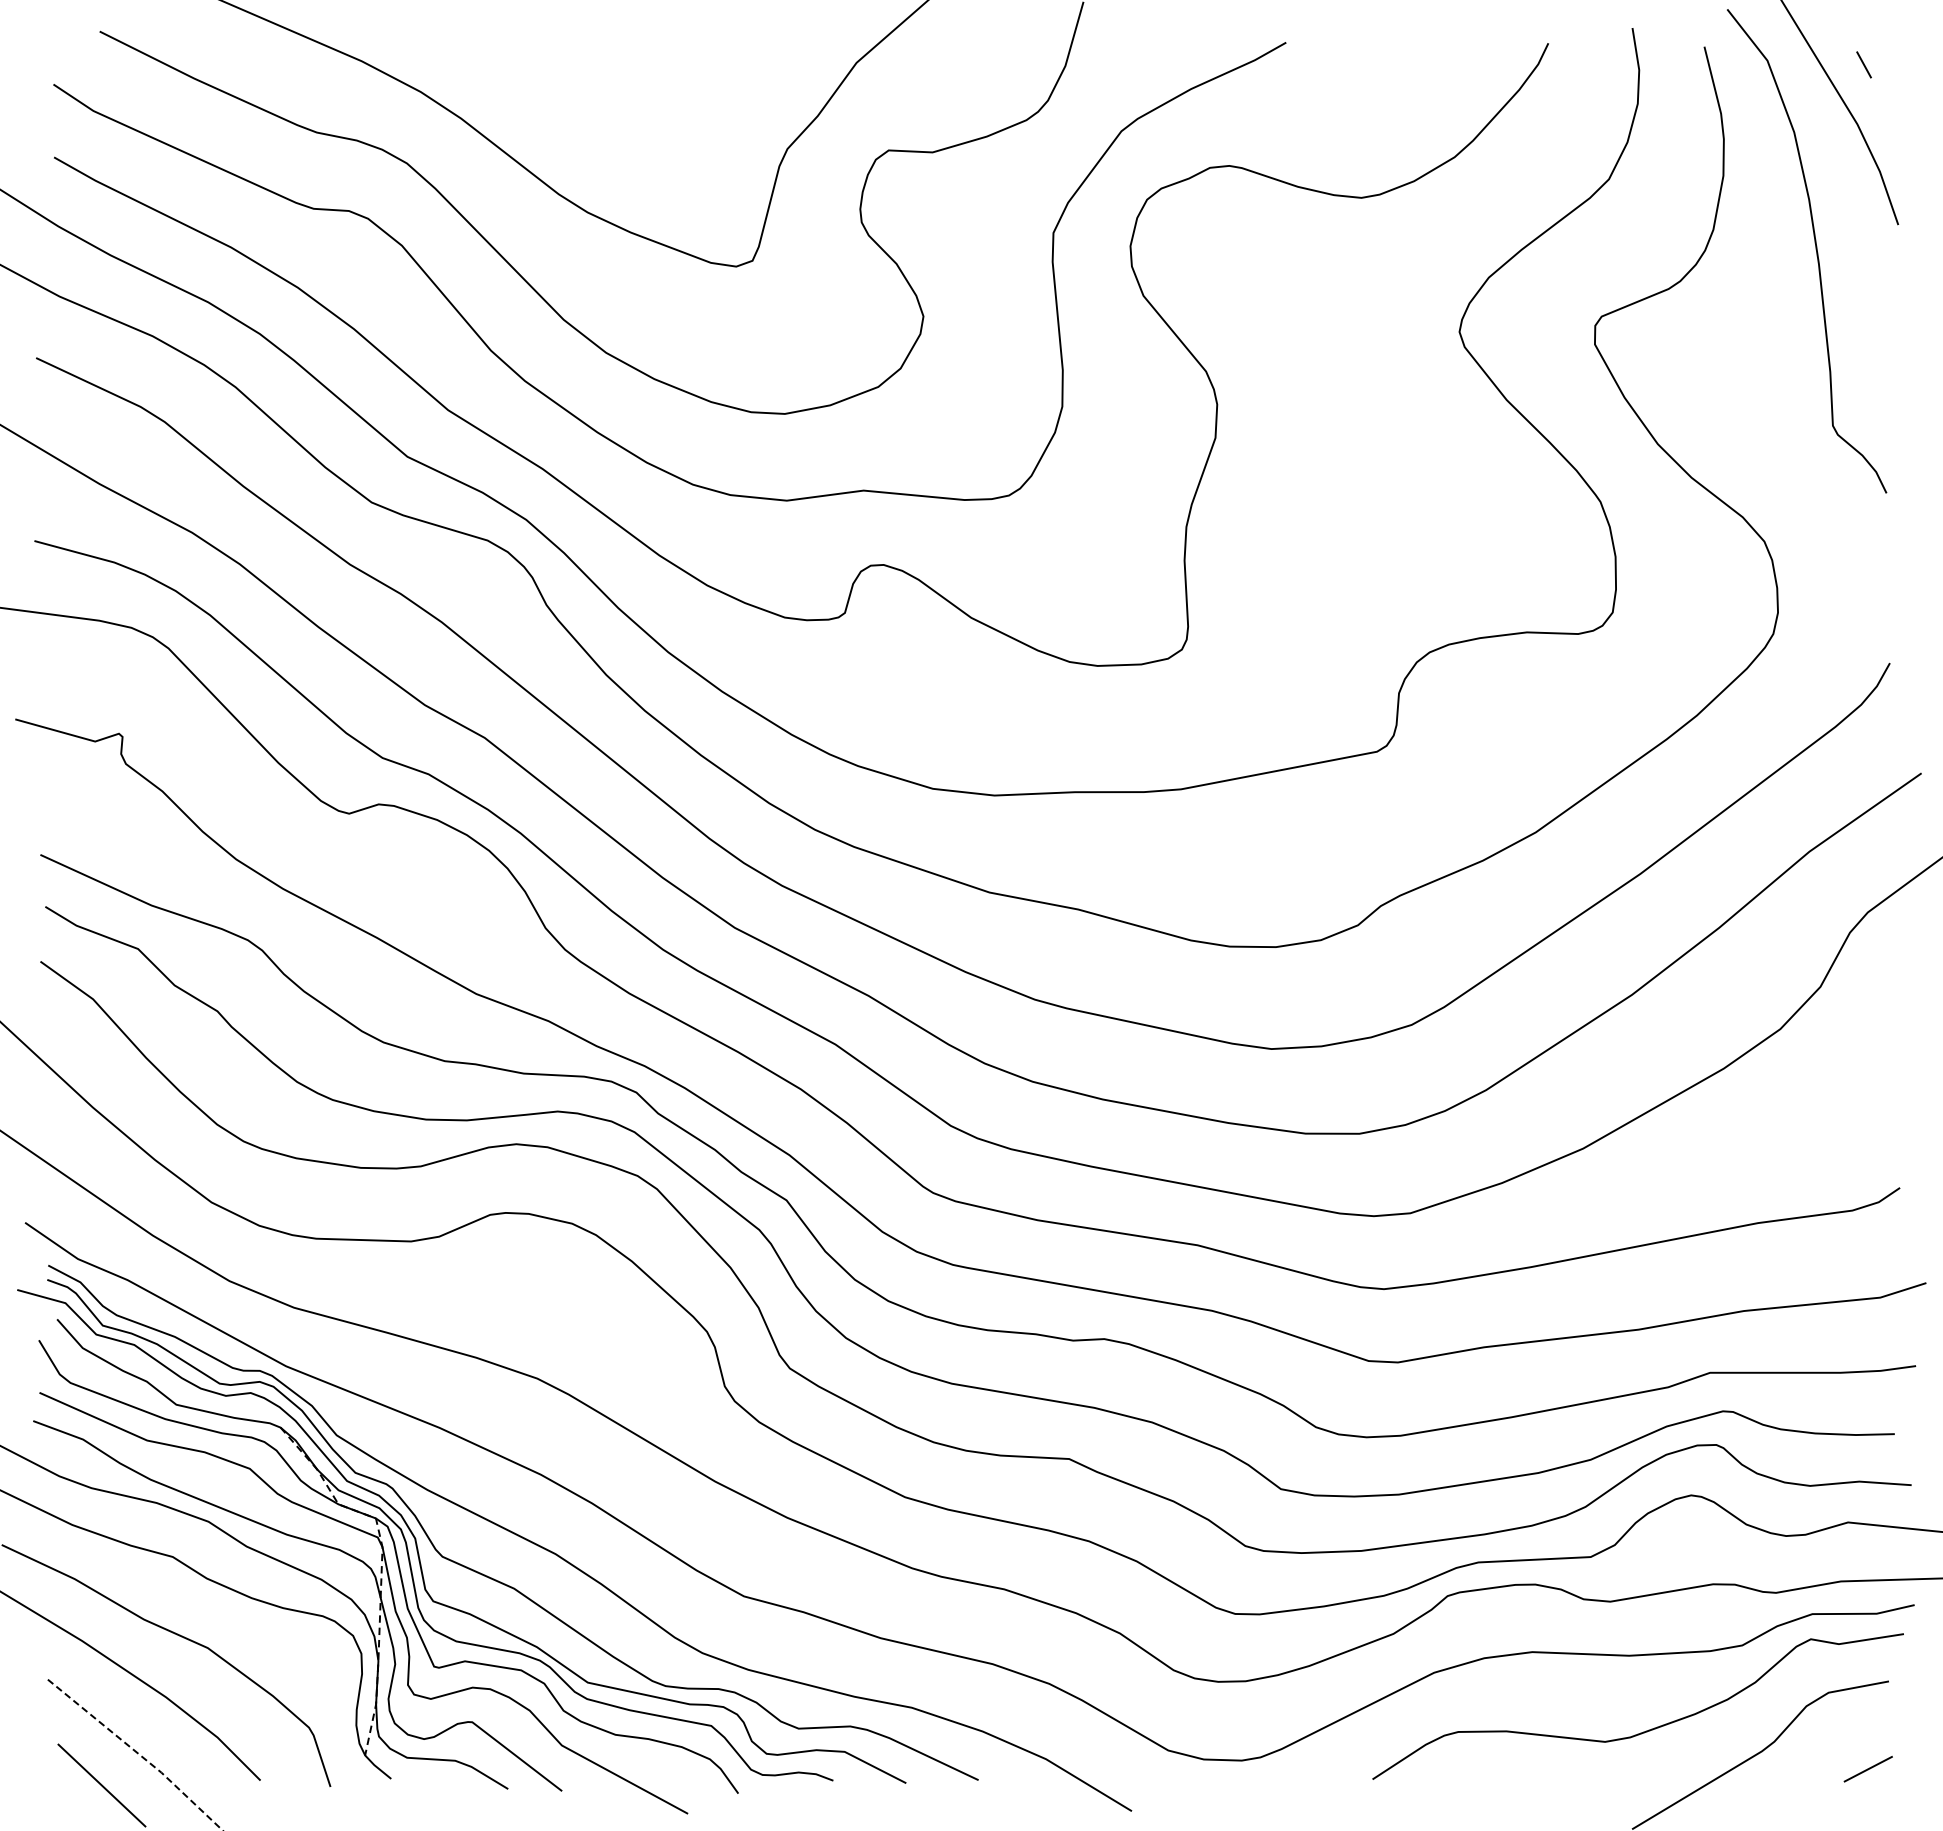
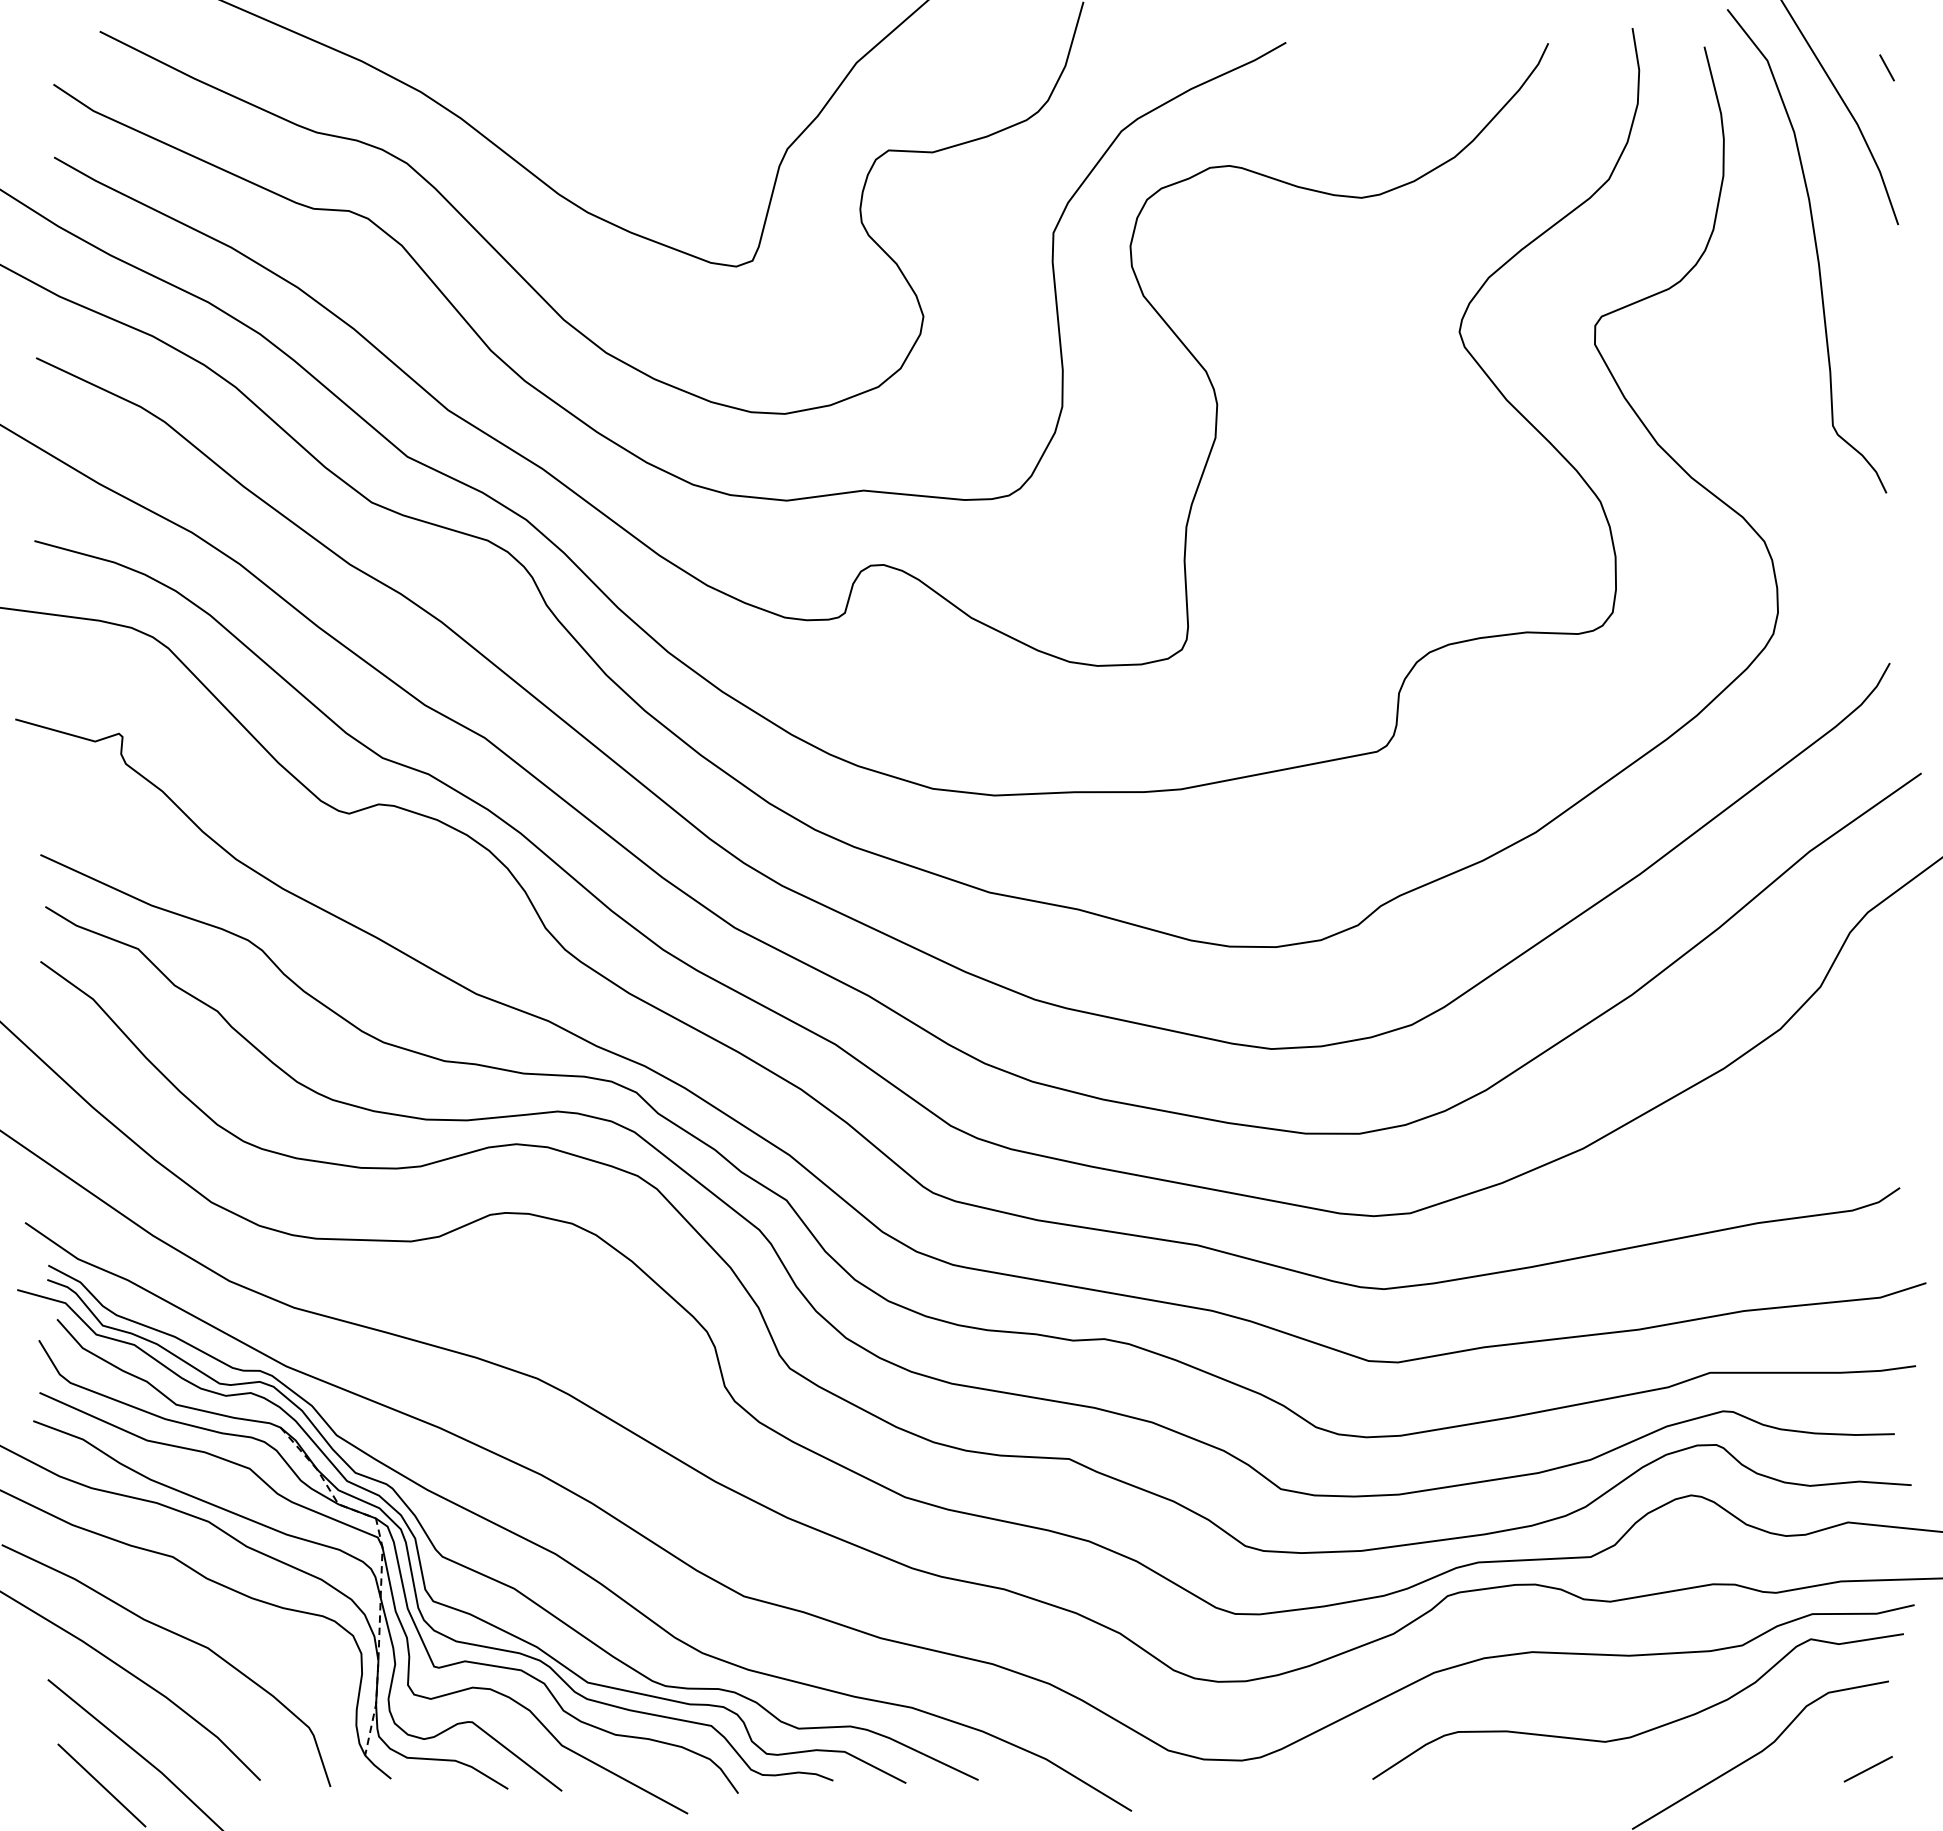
line at (1863, 64) position: (1863, 64) -> (1886, 67)
line at (138, 1753): dashed -> solid
